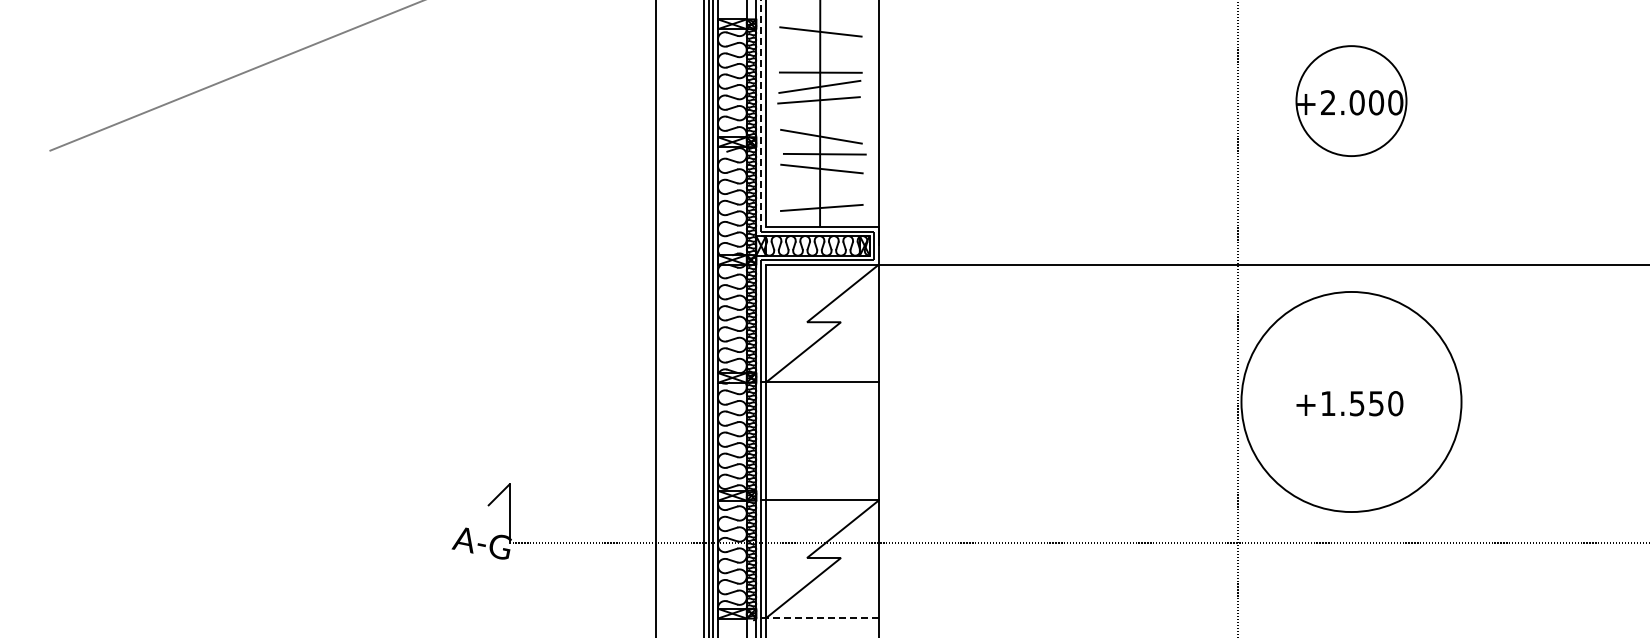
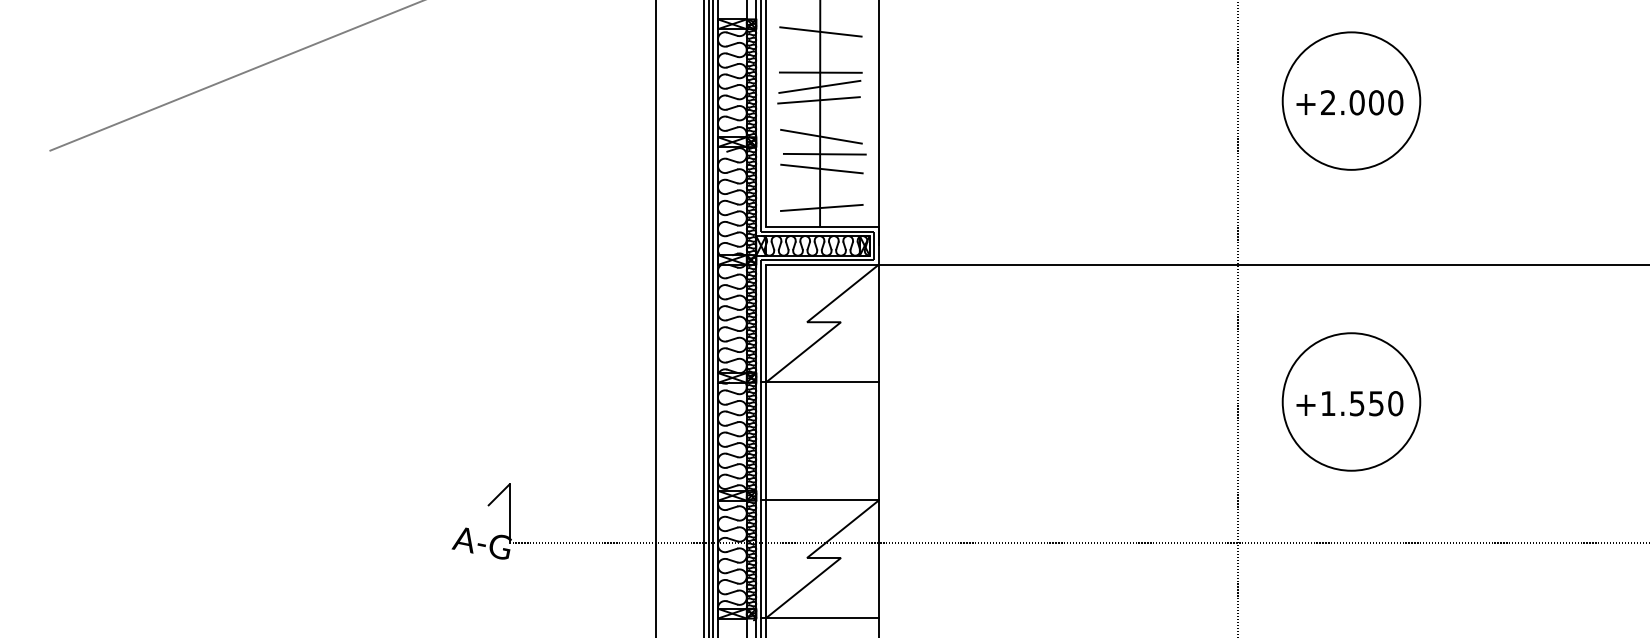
circle at (1351, 101) diameter: 110 px -> 138 px
line at (761, 116): dashed -> solid
circle at (1351, 401) diameter: 220 px -> 138 px
line at (820, 618): dashed -> solid
